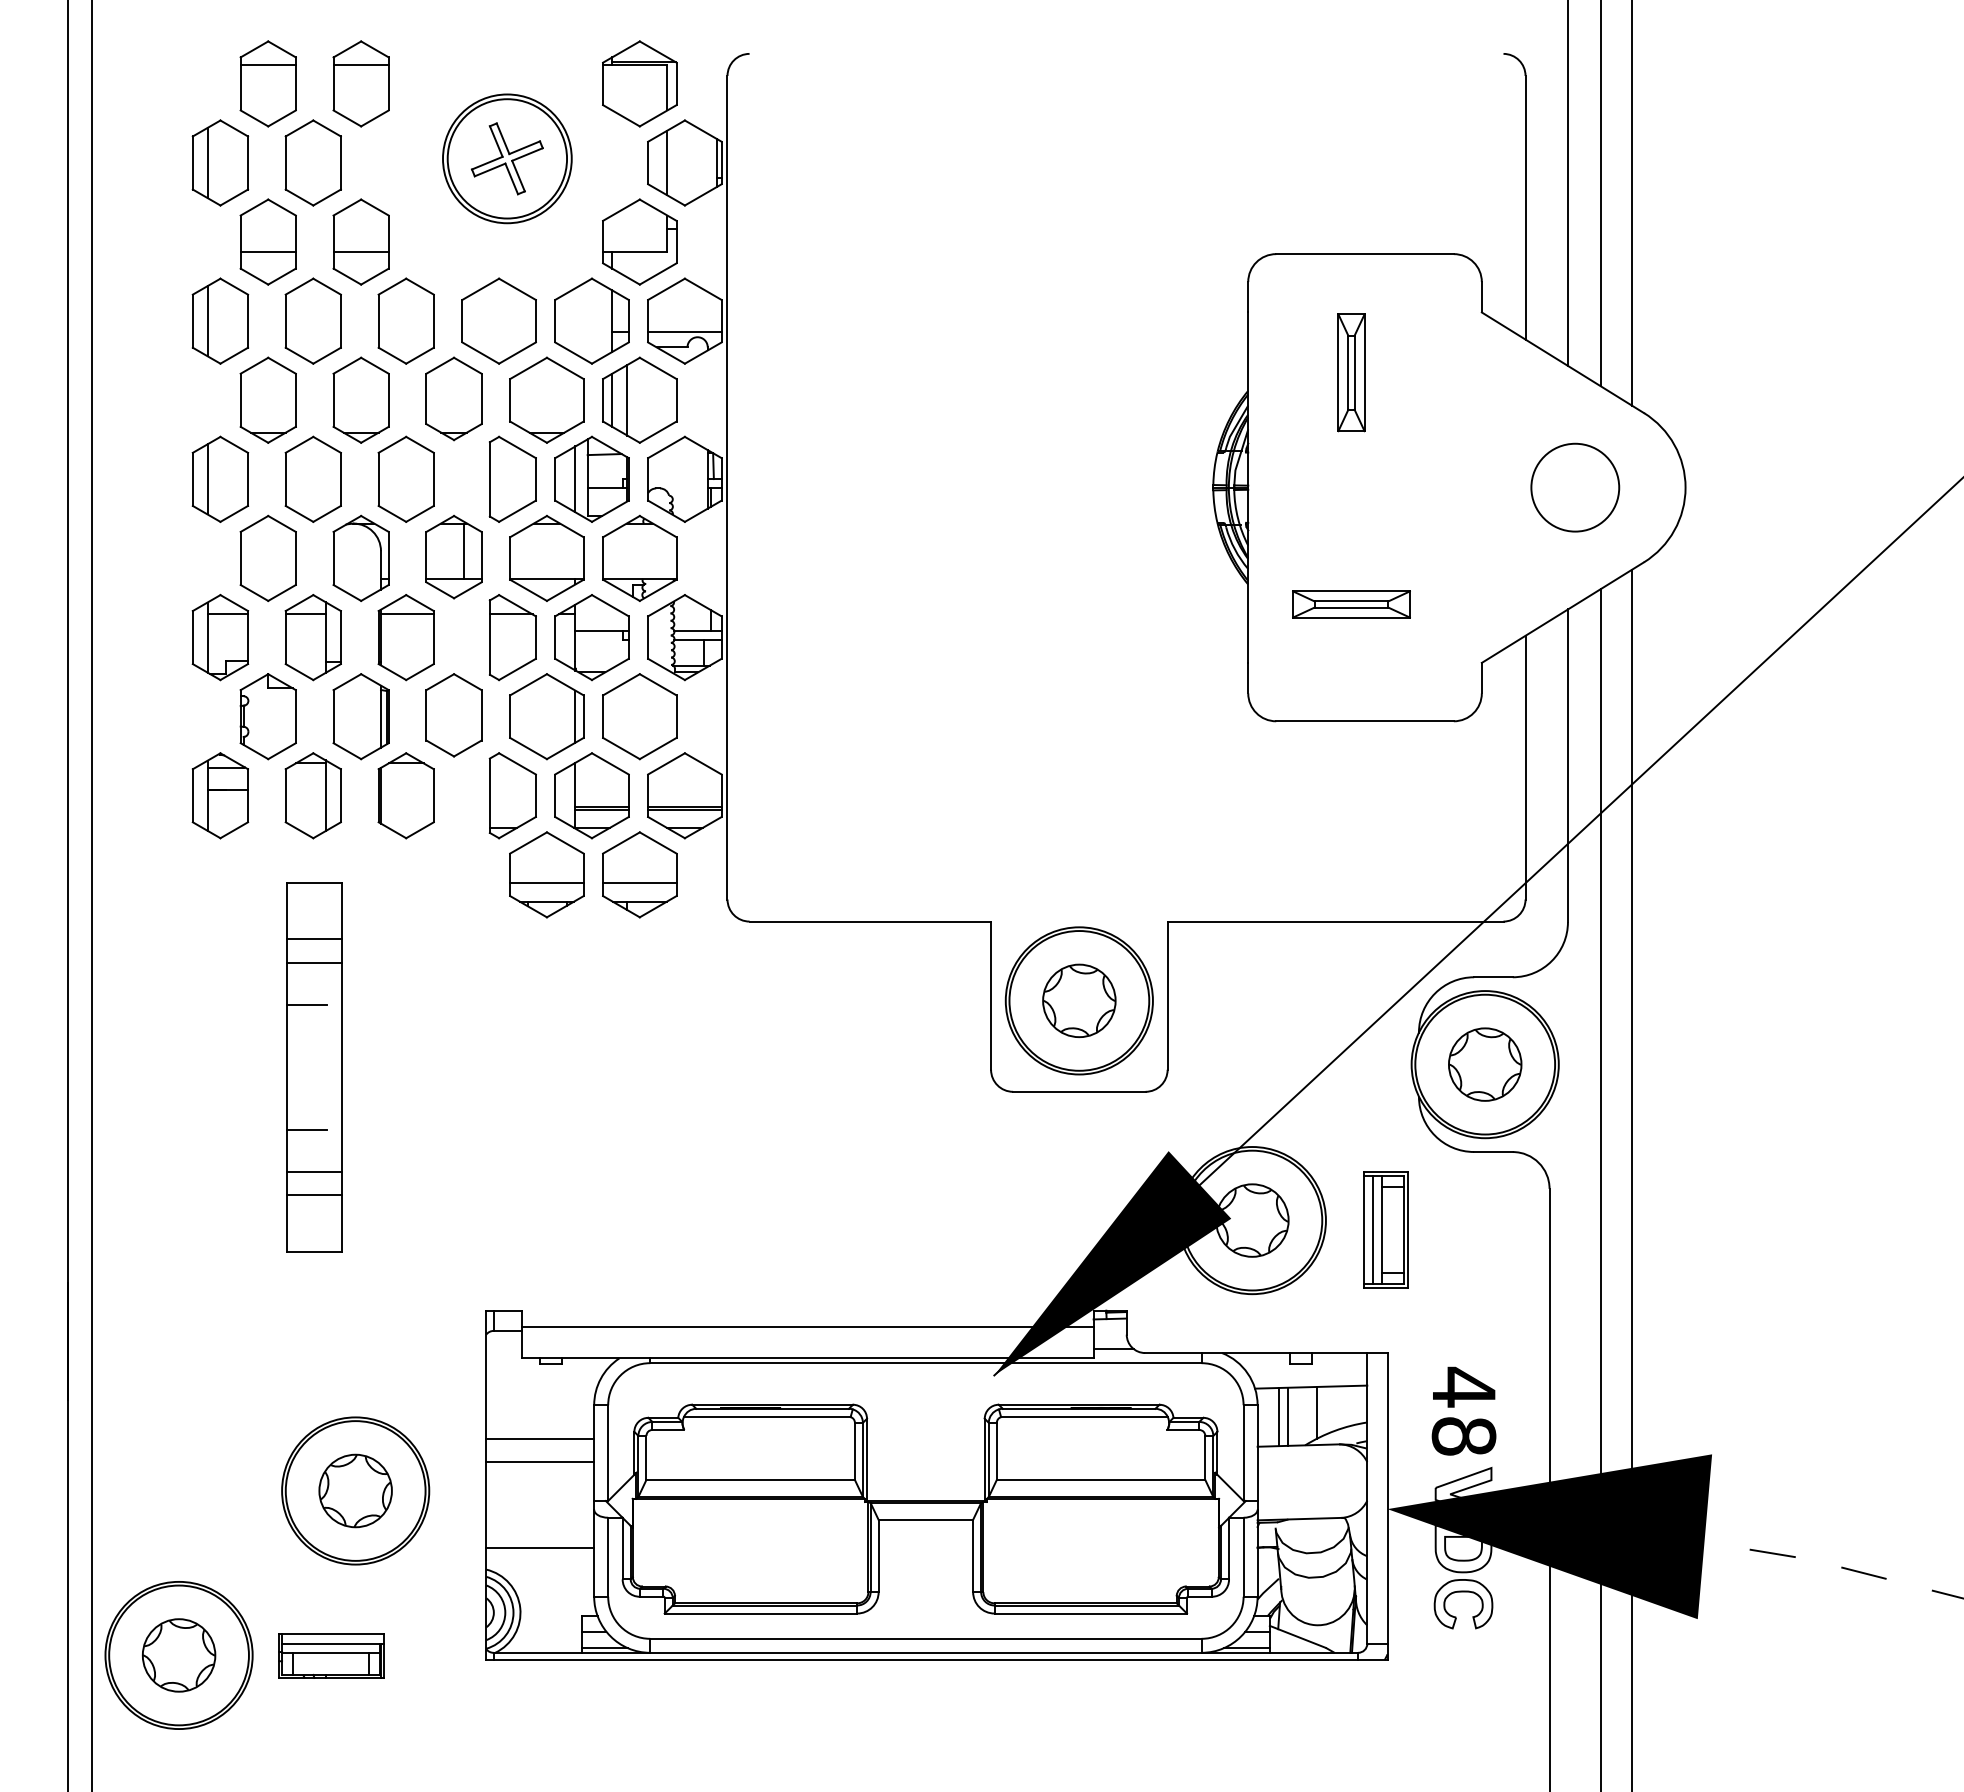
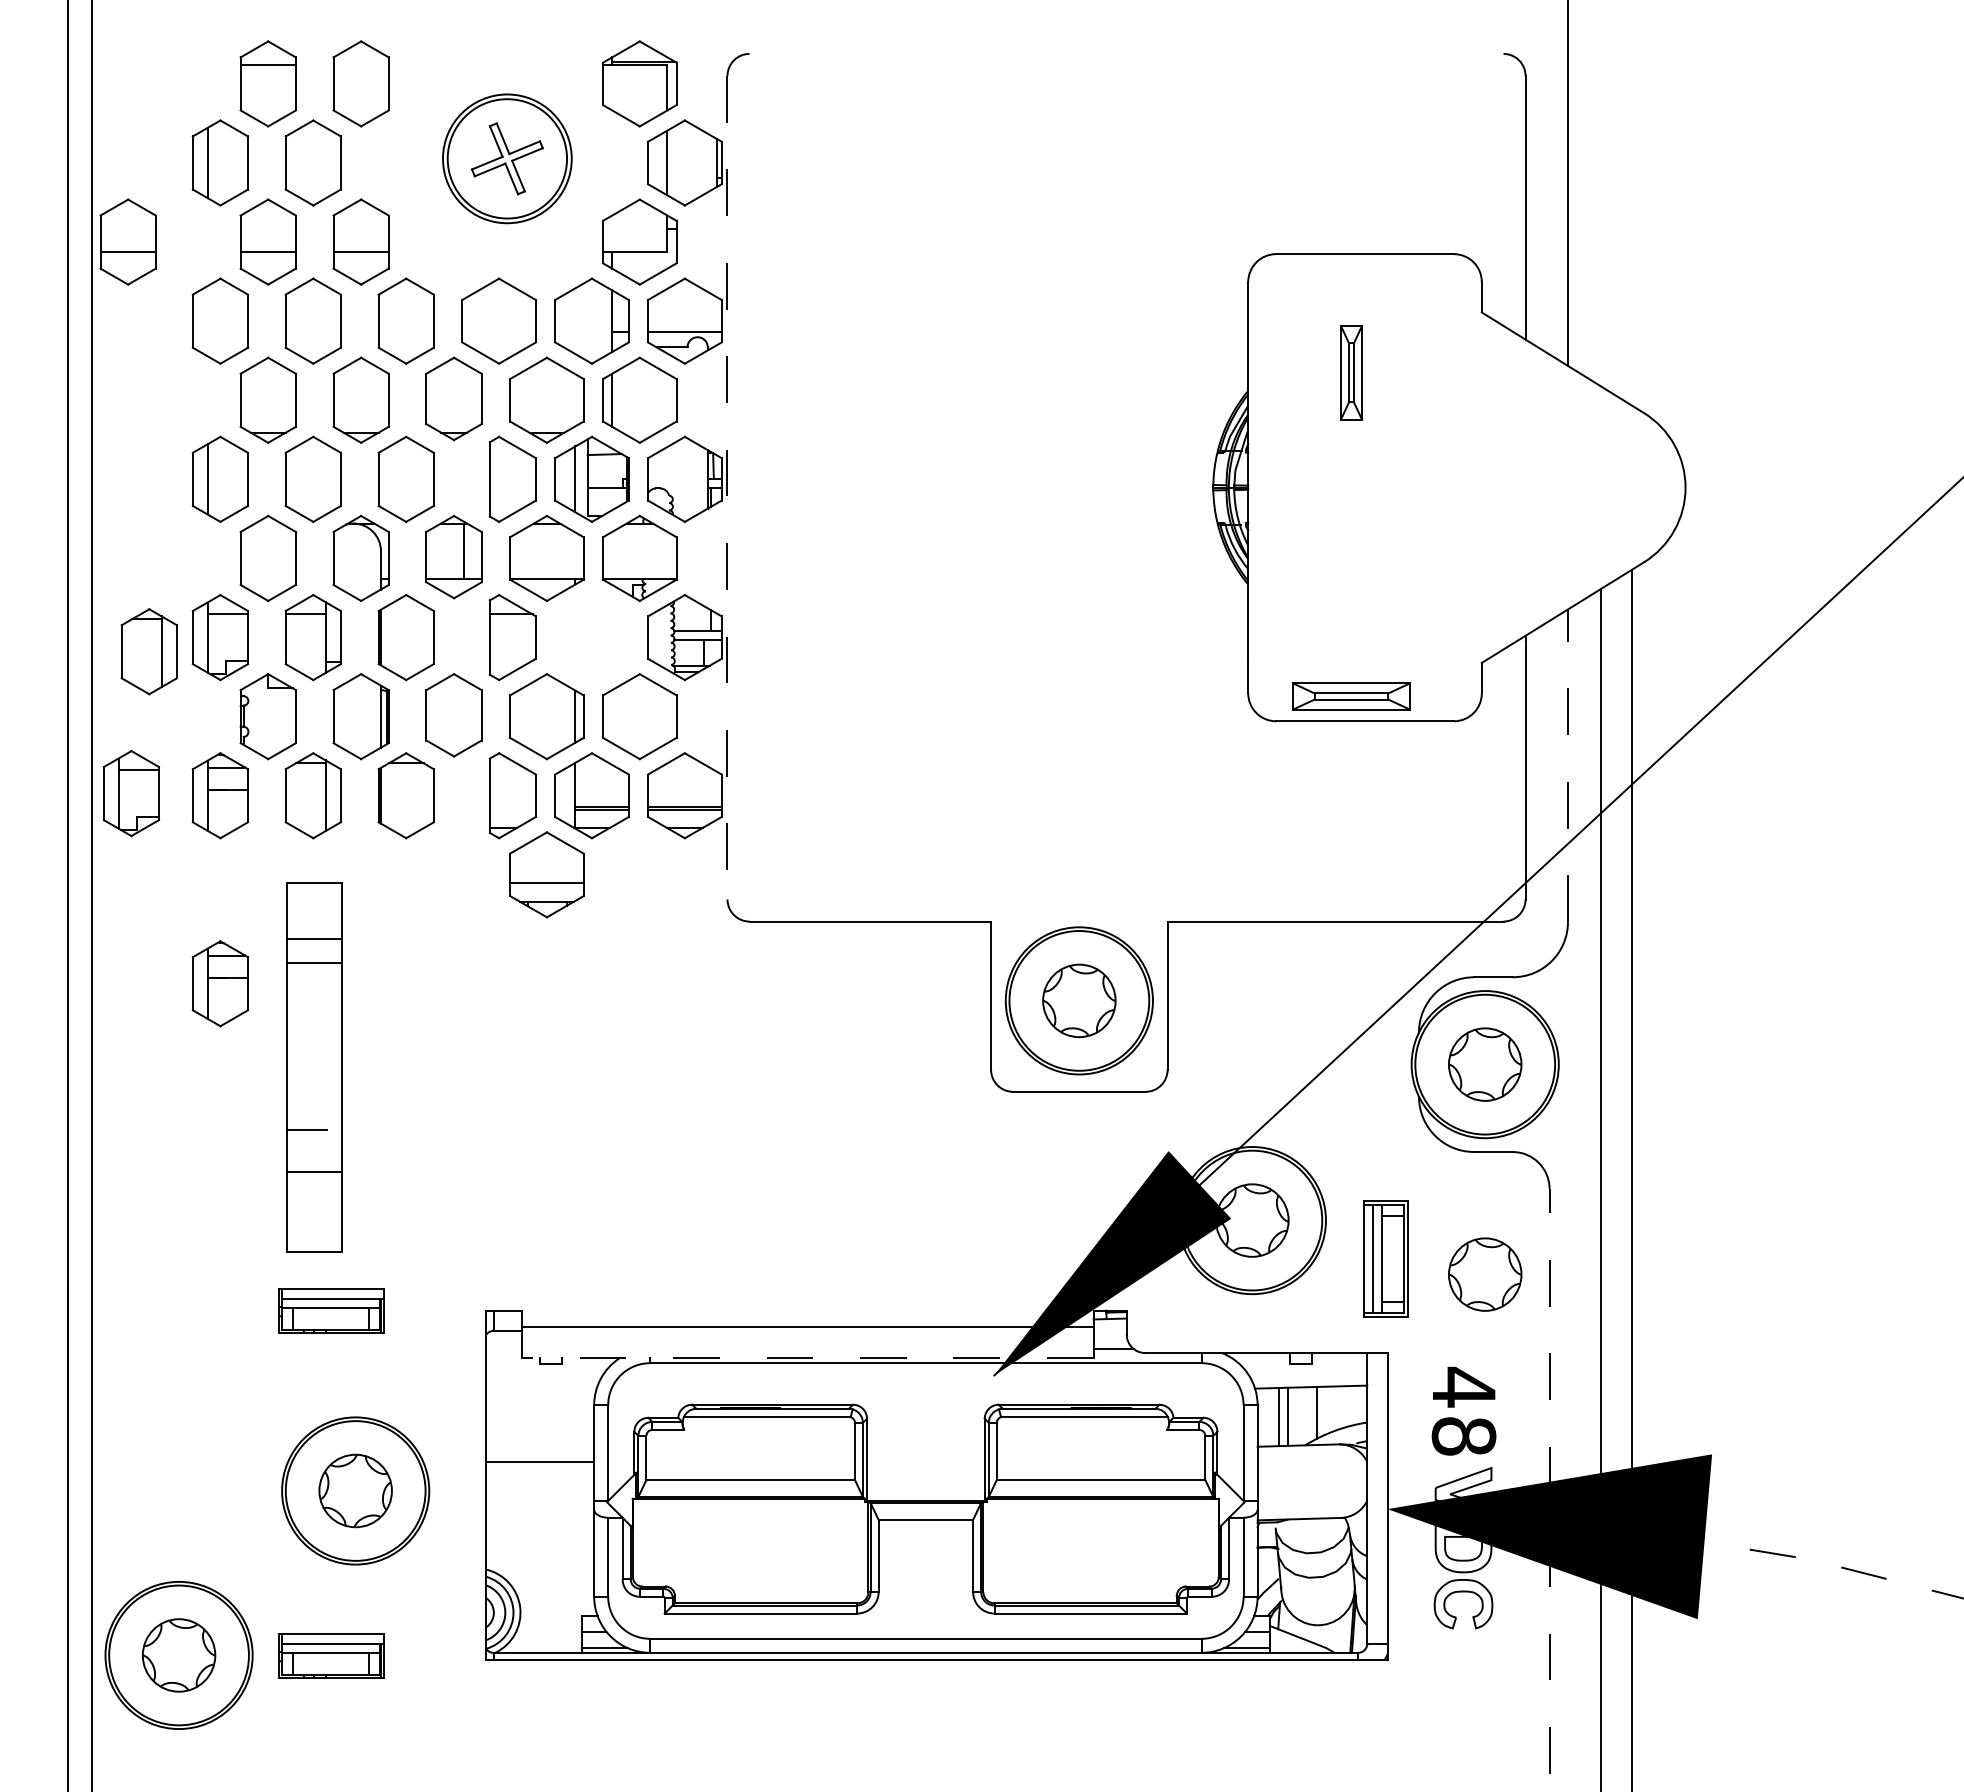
line at (360, 65): present -> none
line at (1601, 194): present -> none
line at (1632, 203): present -> none
part at (127, 241): none -> present
line at (207, 321): present -> none
part at (1351, 372) size: 29x120 px -> 23x96 px
line at (627, 399): present -> none
line at (727, 487): solid -> dashed
circle at (1575, 487): present -> none
part at (1351, 604) position: (1351, 604) -> (1351, 696)
line at (407, 614): present -> none
part at (591, 637): present -> none
part at (148, 651): none -> present
line at (1567, 765): solid -> dashed
part at (131, 793): none -> present
part at (639, 874): present -> none
part at (220, 983): none -> present
line at (306, 1004): present -> none
line at (313, 1195): present -> none
part at (1385, 1229) position: (1385, 1229) -> (1385, 1258)
part at (1485, 1274): none -> present
part at (331, 1310): none -> present
line at (807, 1358): solid -> dashed
line at (540, 1438): present -> none
line at (1549, 1489): solid -> dashed
line at (540, 1548): present -> none
